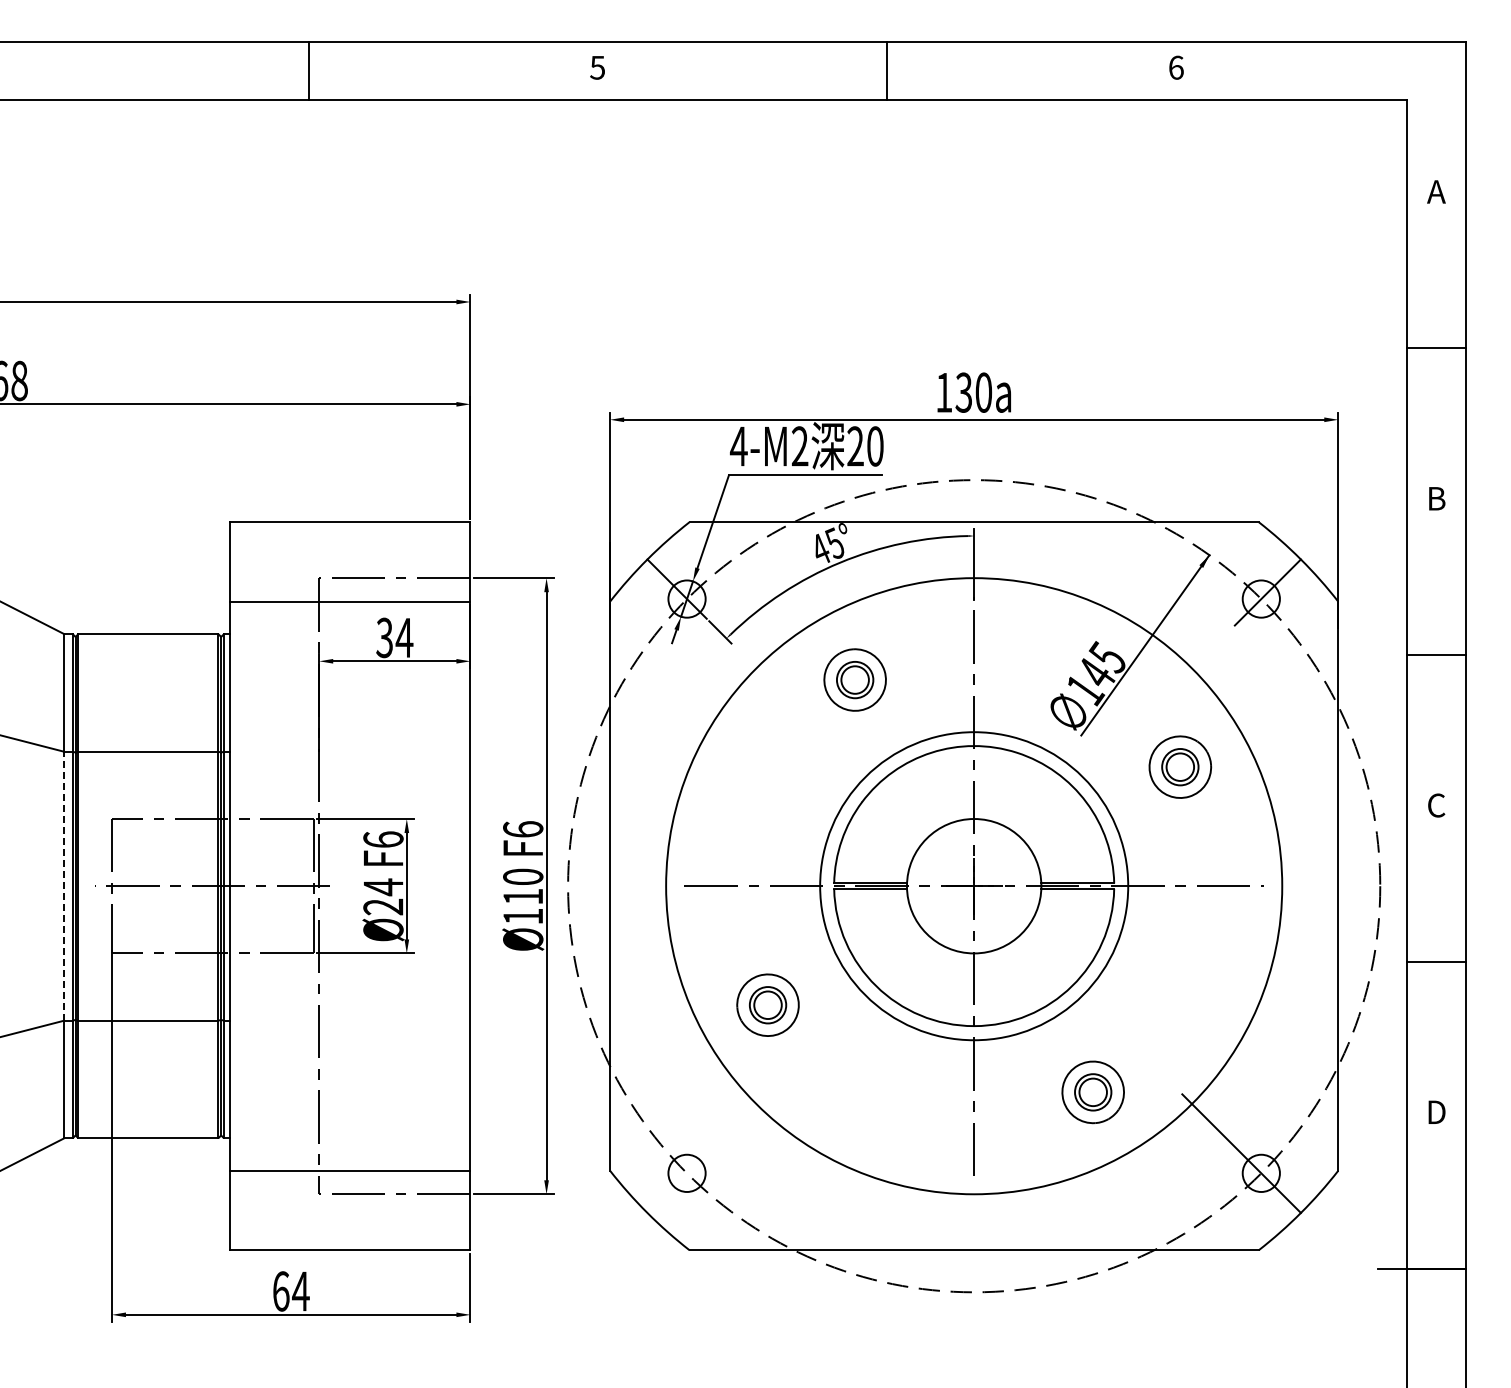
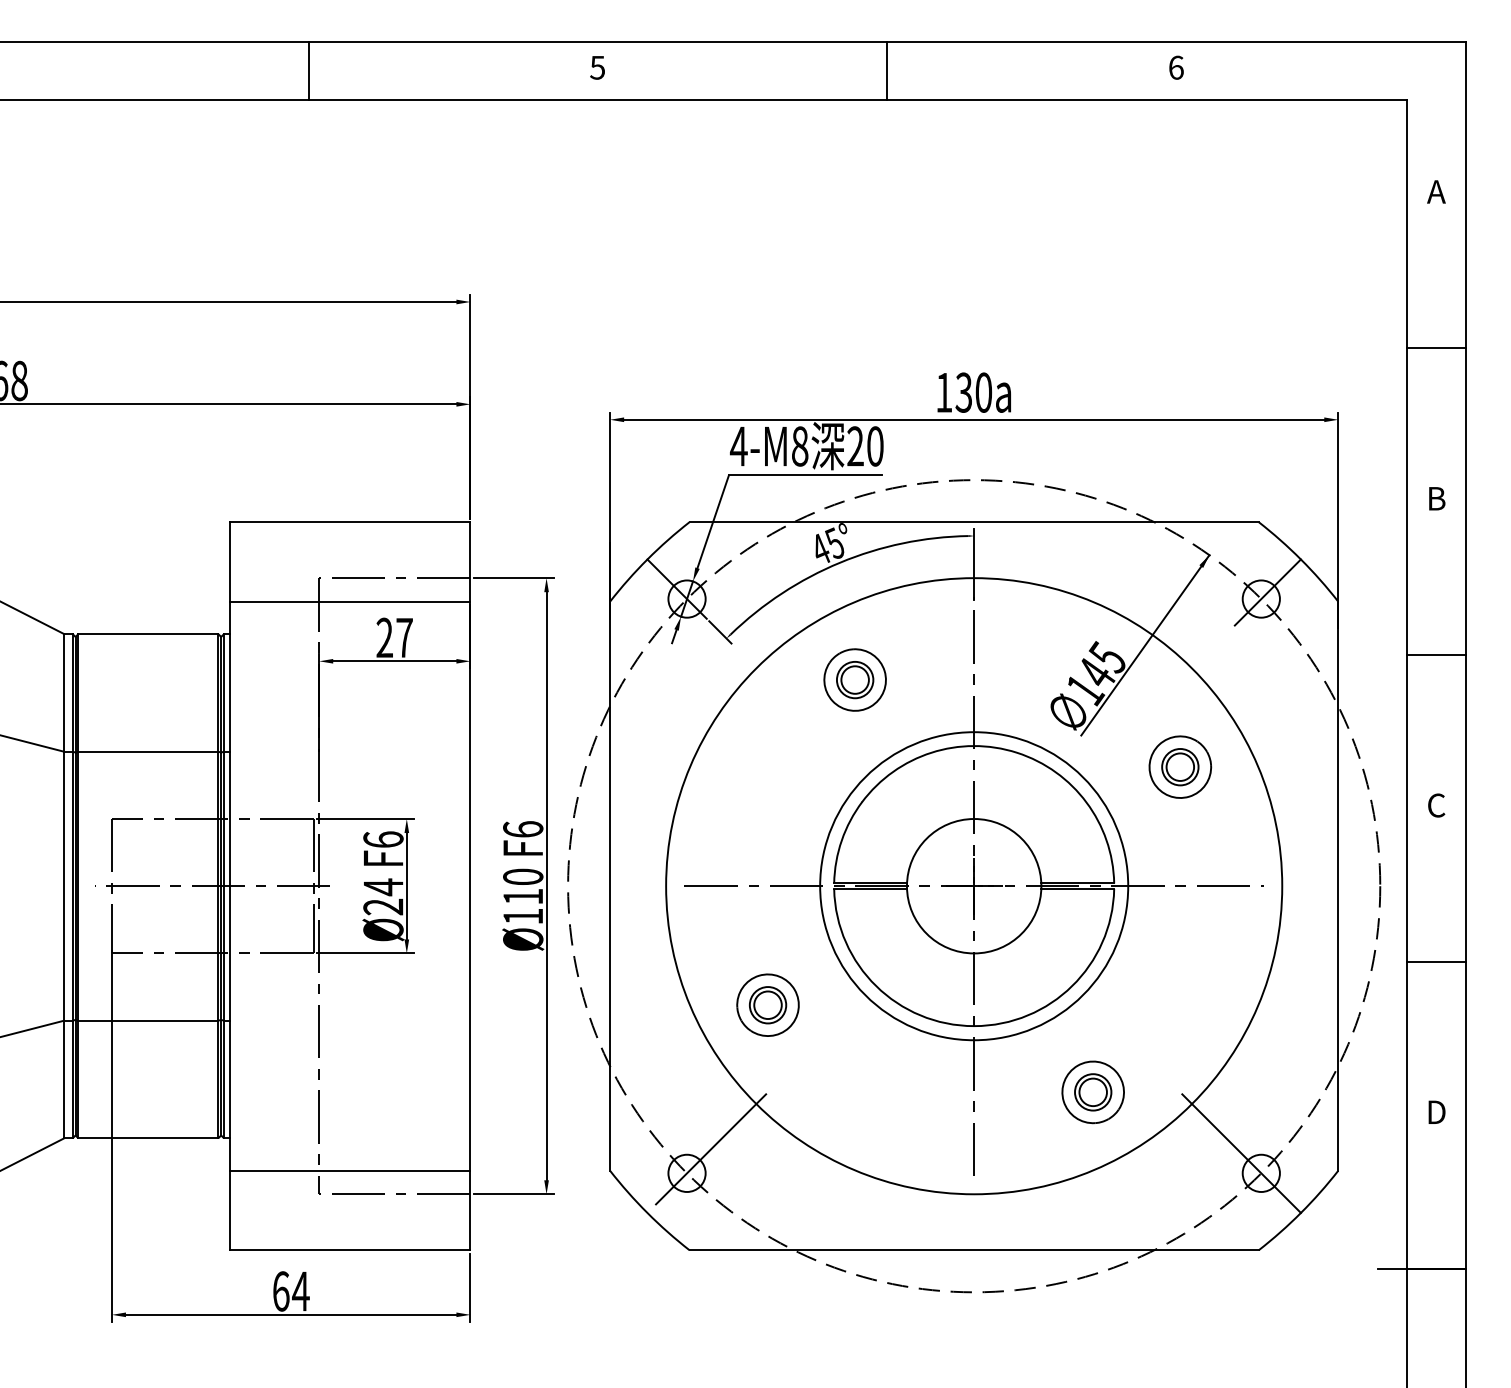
text at (799, 446): 4-M2 -> 4-M8
text at (394, 638): 34 -> 27
line at (64, 885): dashed -> solid
line at (711, 1149): none -> present
